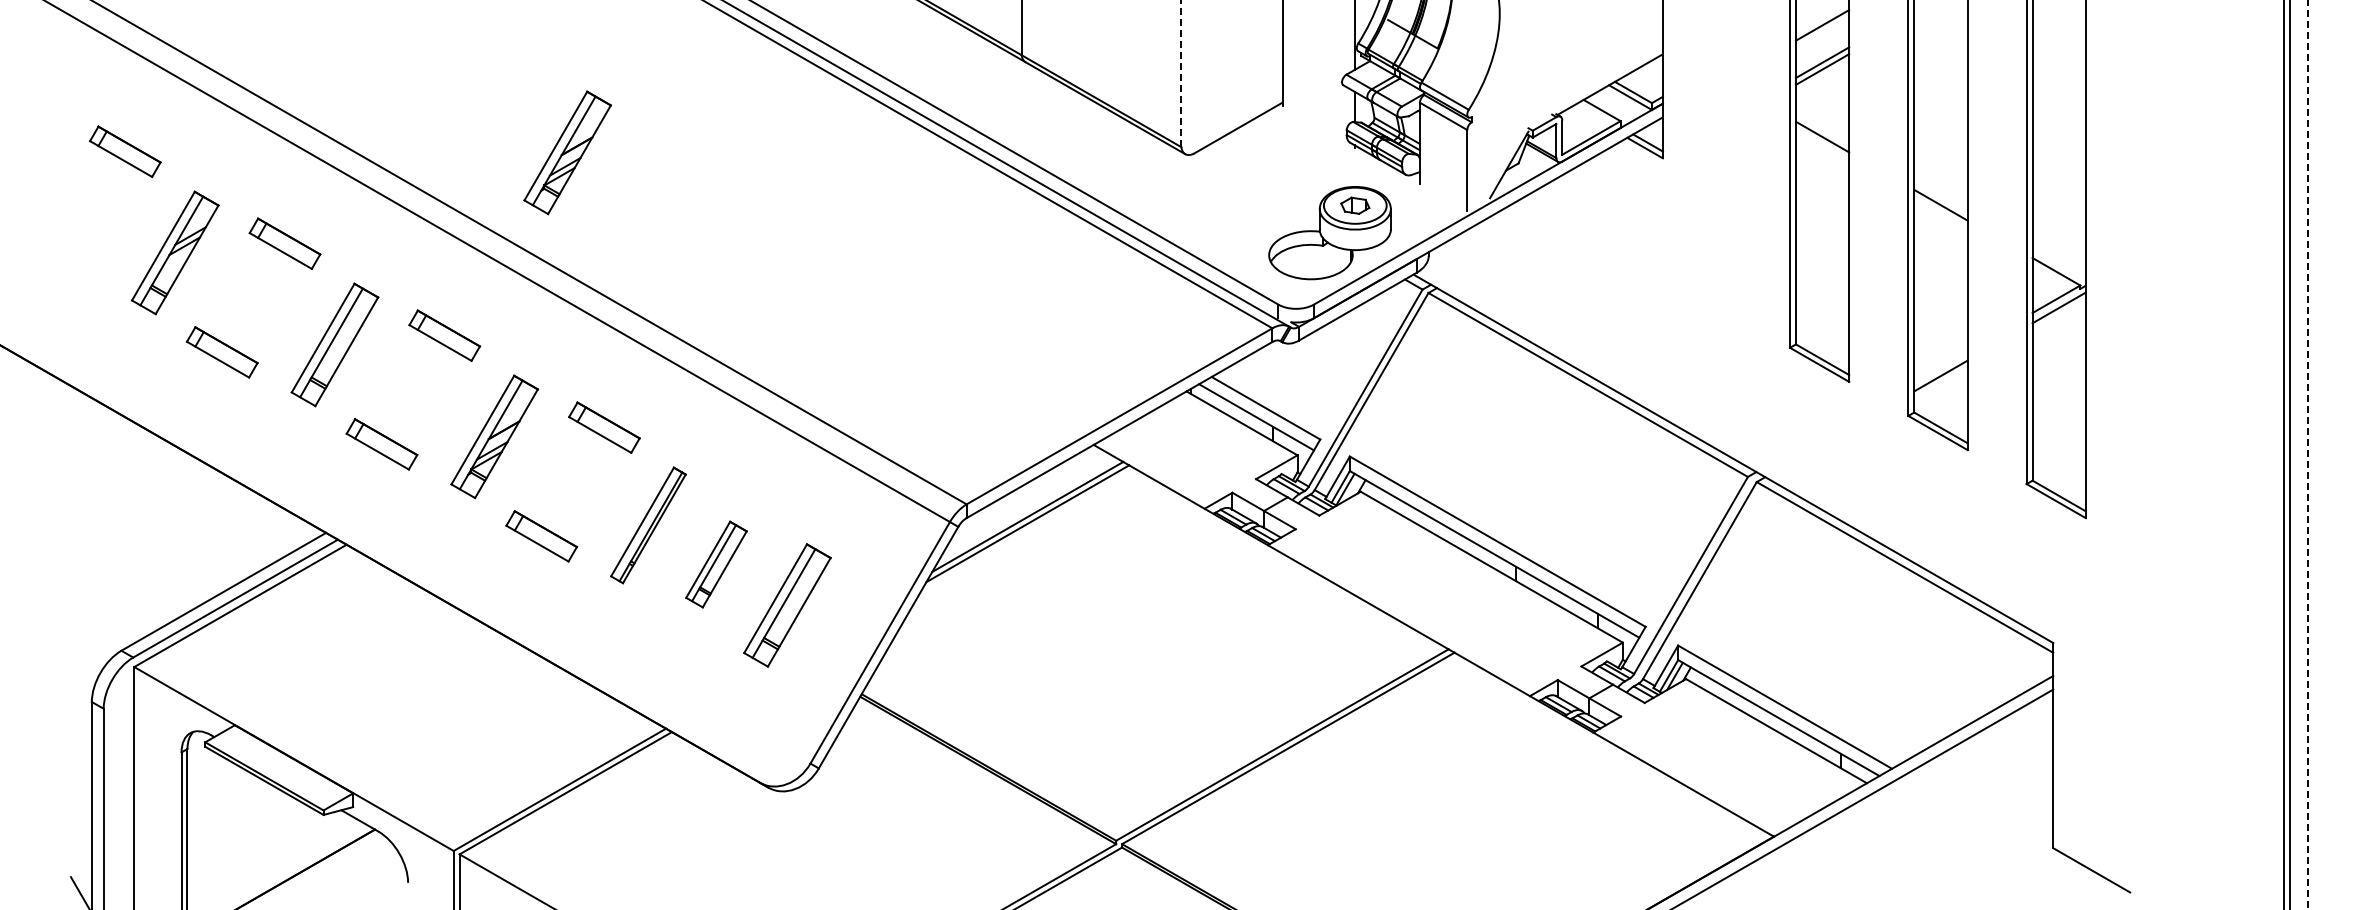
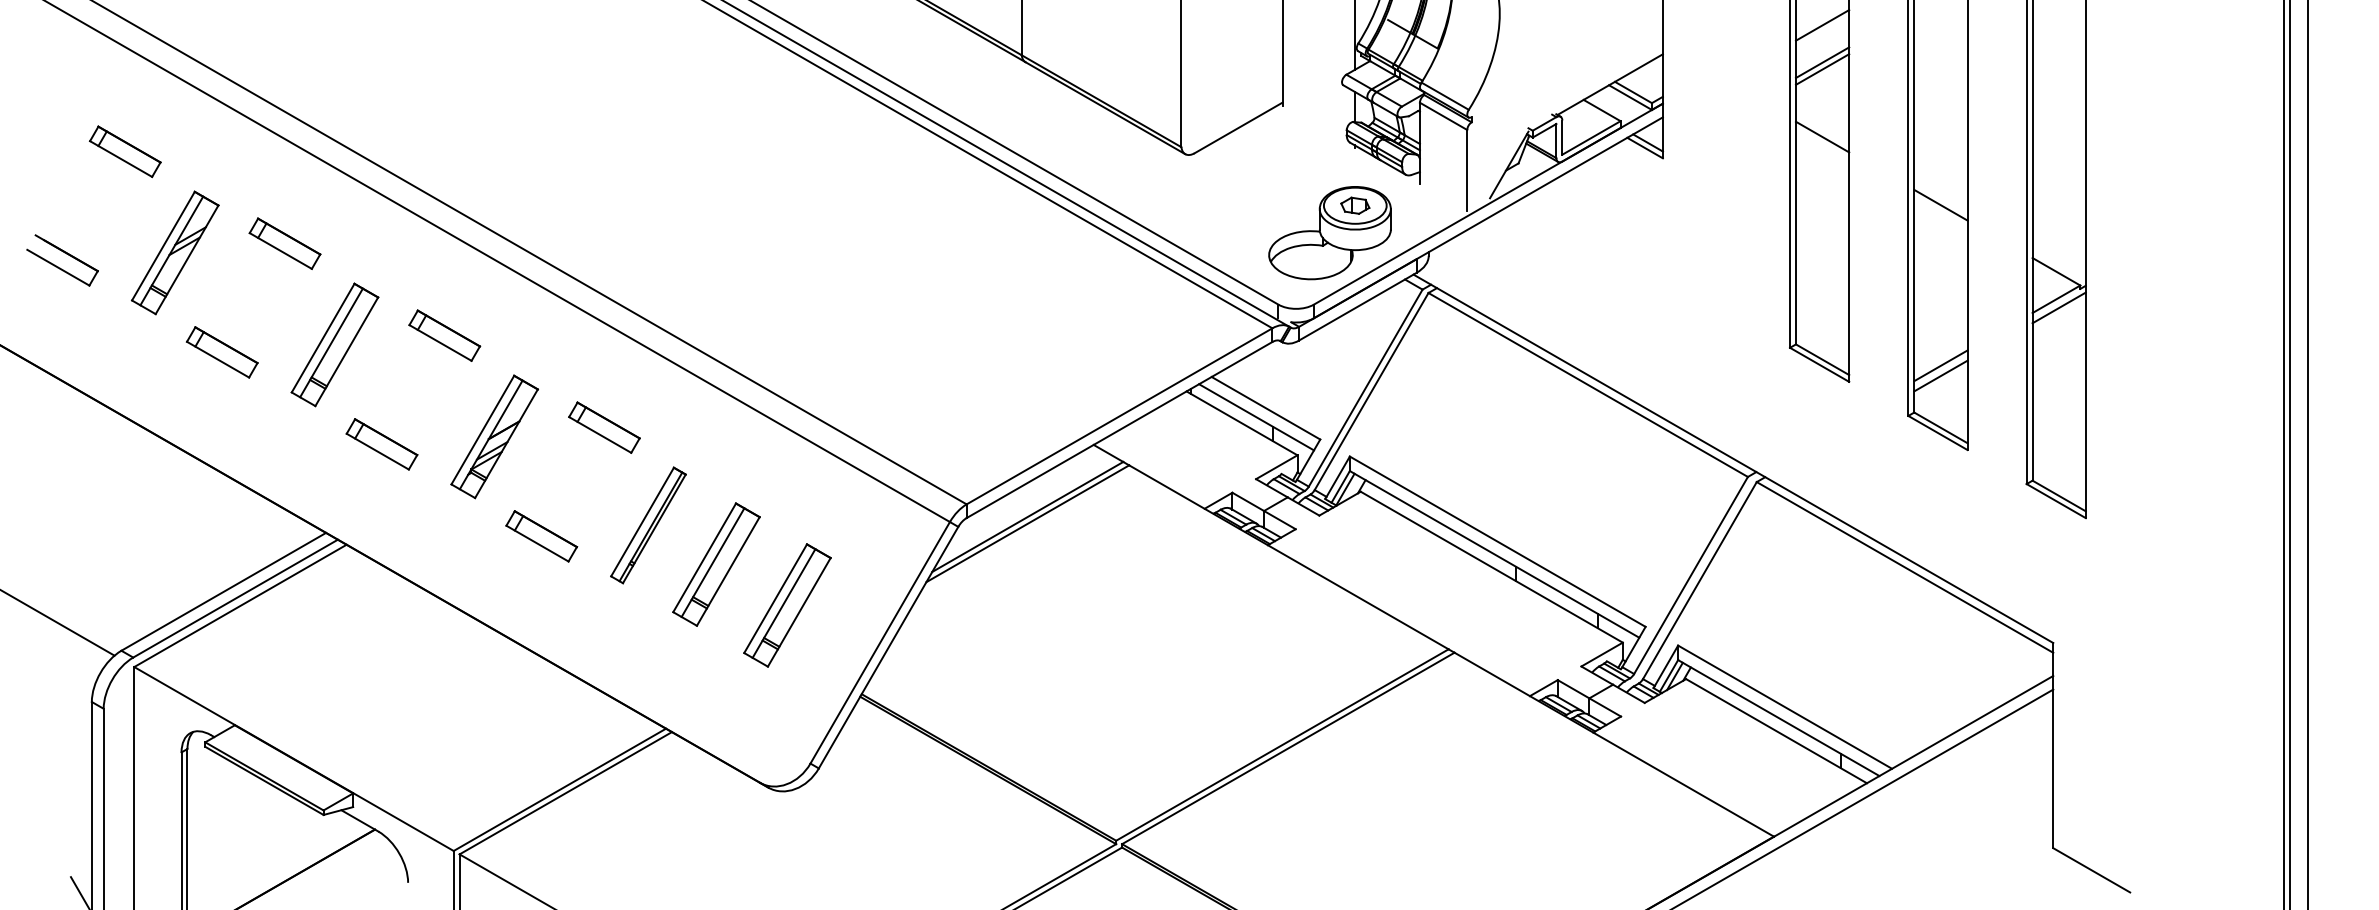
line at (1181, 73): dashed -> solid
part at (567, 152): present -> none
part at (66, 254): none -> present
line at (1940, 365): none -> present
line at (2307, 455): dashed -> solid
part at (716, 564) size: 63x89 px -> 89x125 px
line at (58, 623): none -> present
